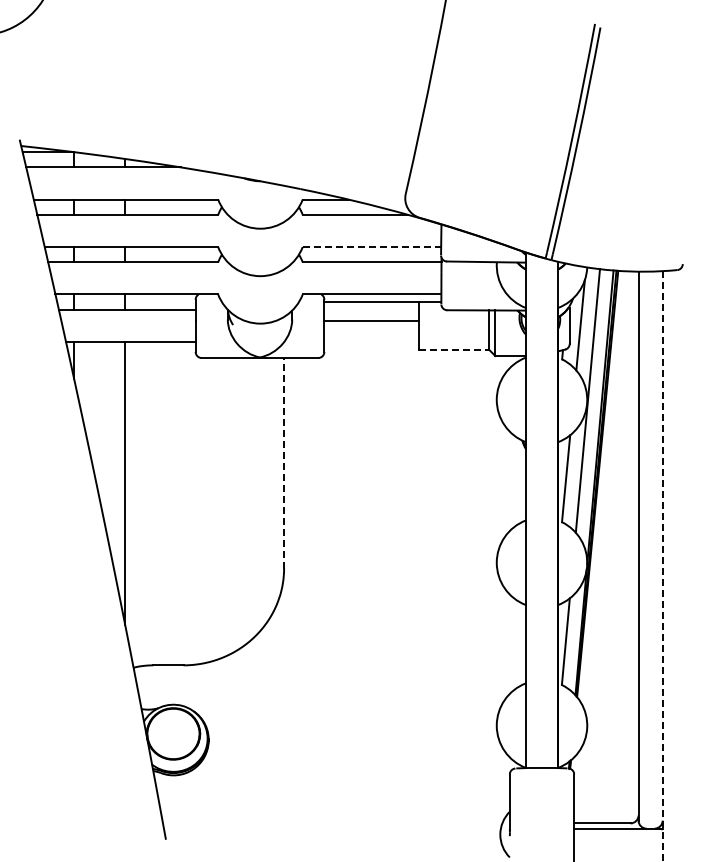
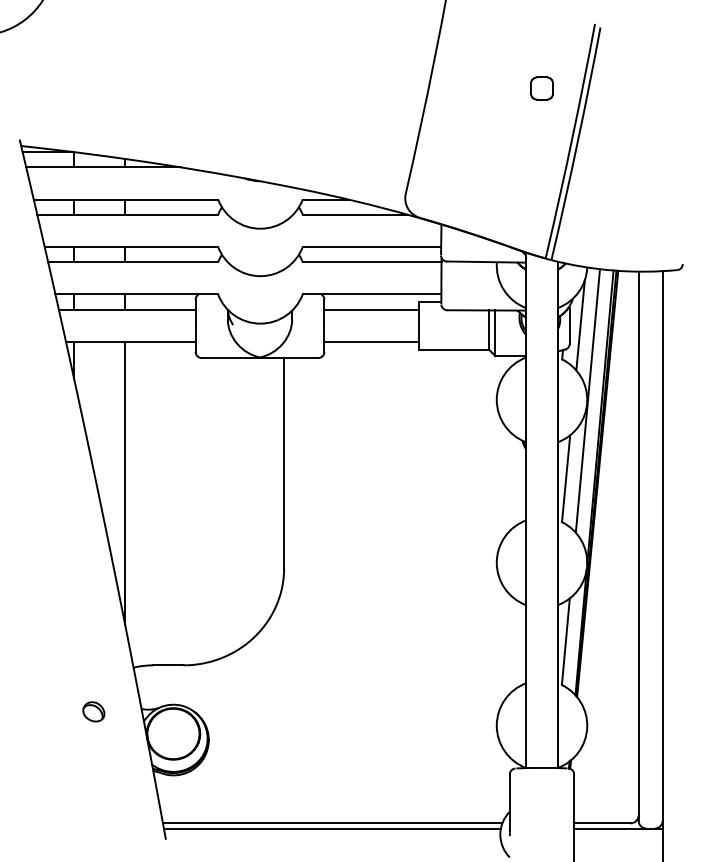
part at (541, 88): none -> present
line at (372, 247): dashed -> solid
line at (371, 301) position: (371, 301) -> (371, 309)
line at (371, 320) position: (371, 320) -> (371, 341)
line at (454, 349): dashed -> solid
line at (284, 462): dashed -> solid
line at (662, 566): dashed -> solid
part at (93, 711): none -> present
line at (332, 823): none -> present
line at (331, 828): none -> present
